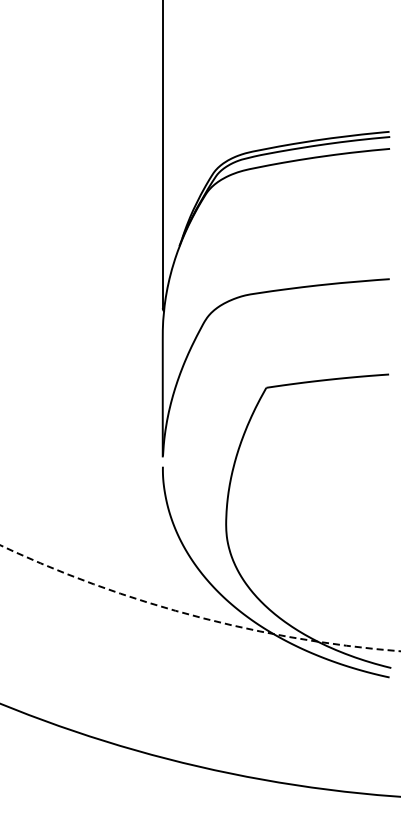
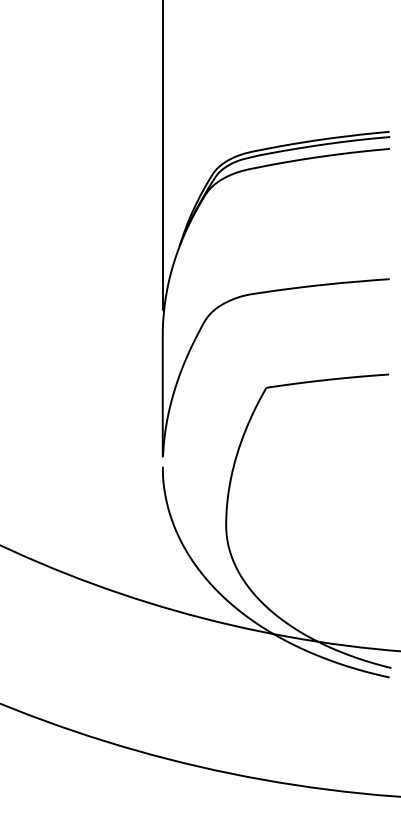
circle at (200, 598): dashed -> solid
